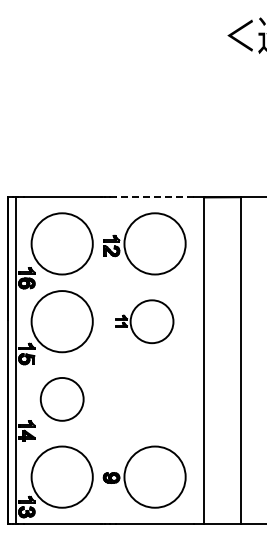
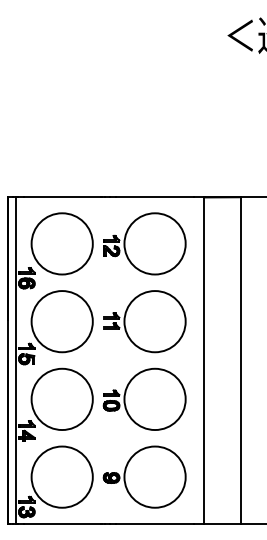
line at (155, 197): dashed -> solid
part at (144, 321) size: 60x46 px -> 84x64 px
circle at (61, 398) diameter: 43 px -> 61 px
part at (144, 398): none -> present
